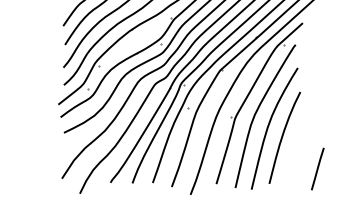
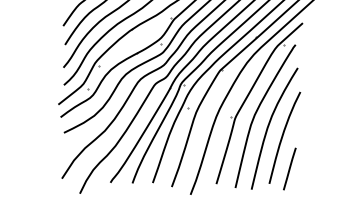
line at (317, 168) position: (317, 168) -> (289, 168)
